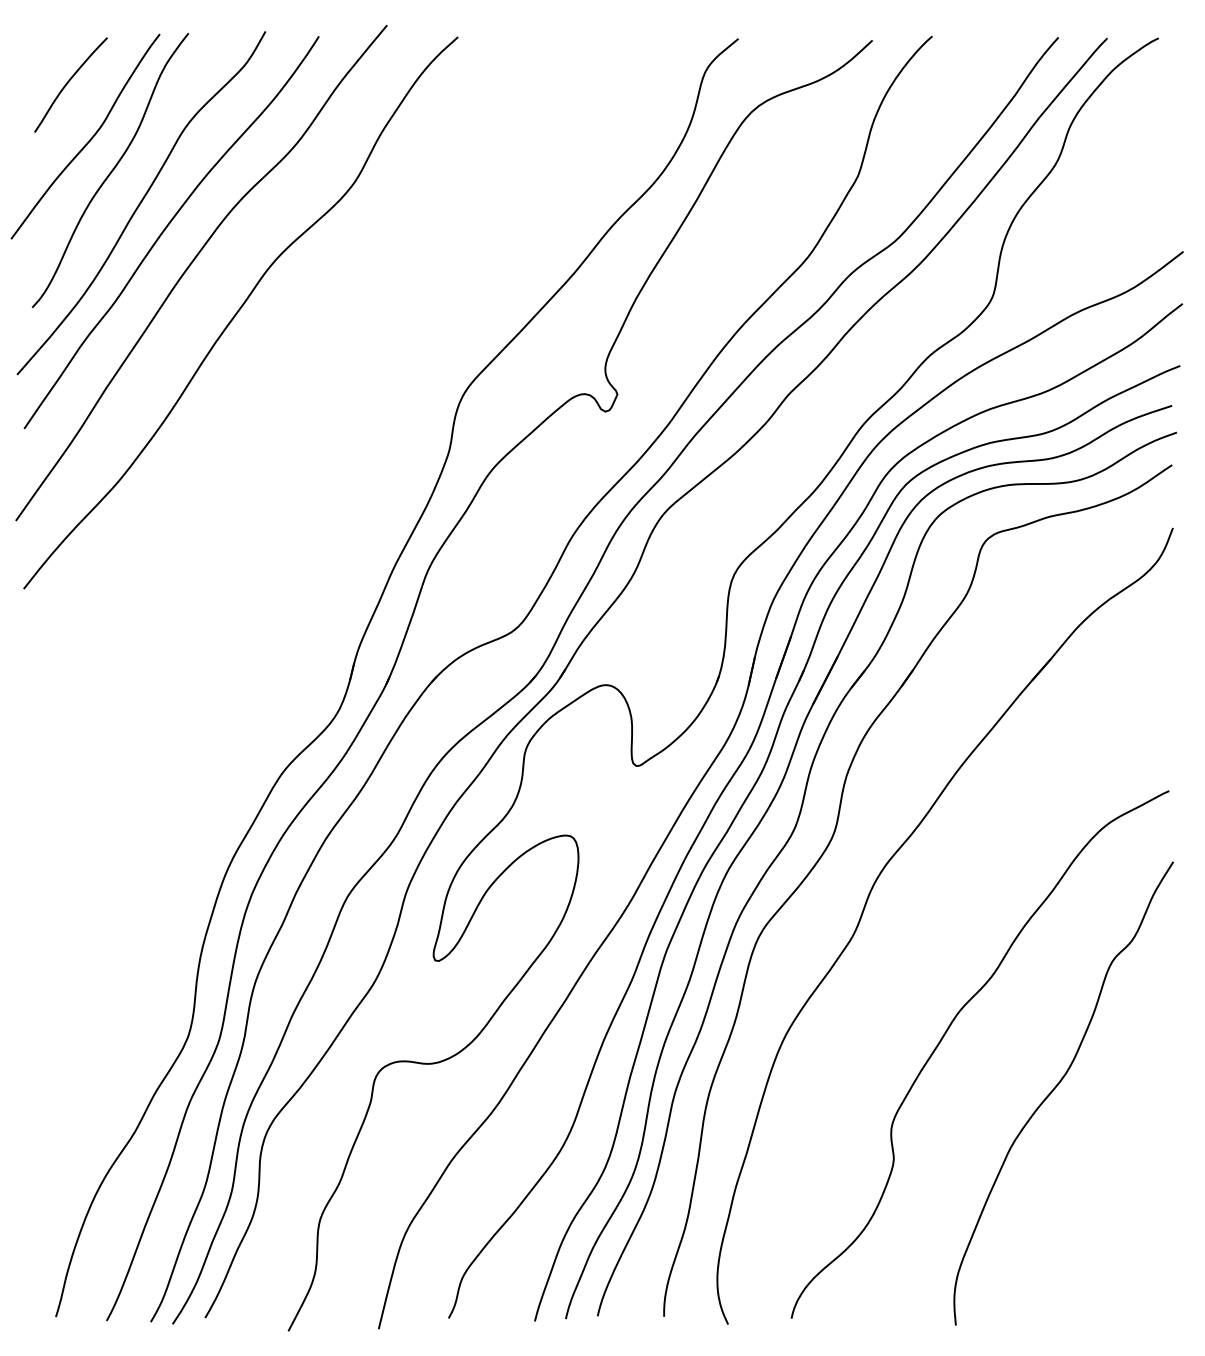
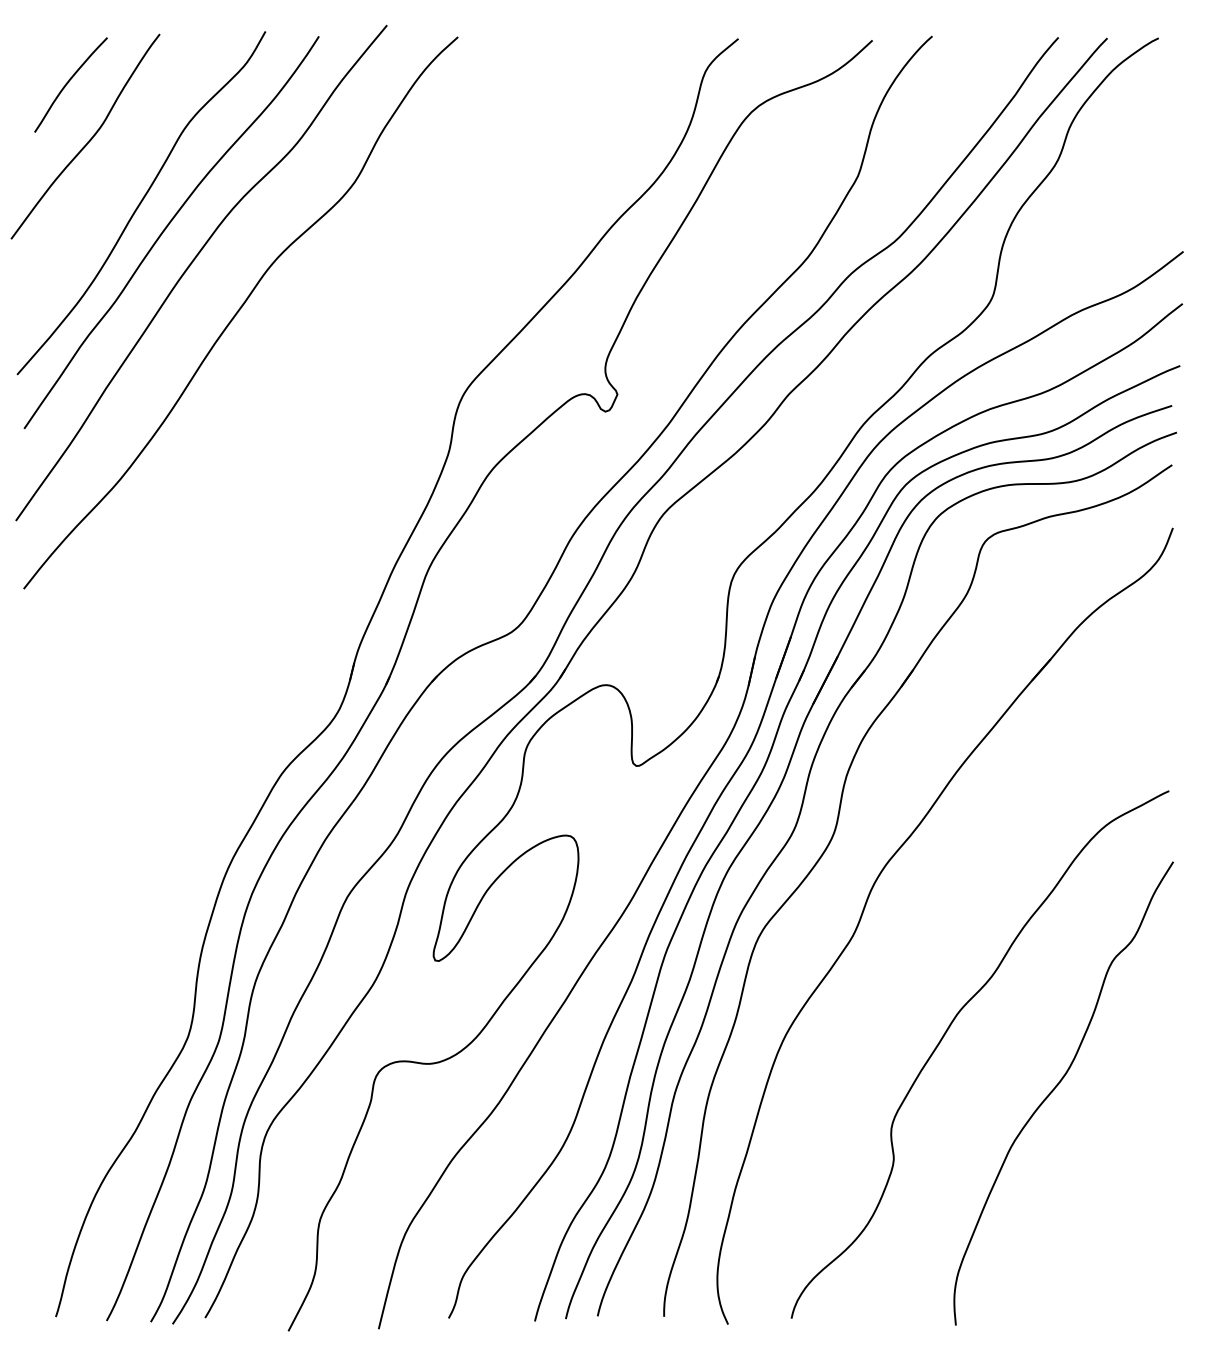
curve at (111, 170): present -> none
